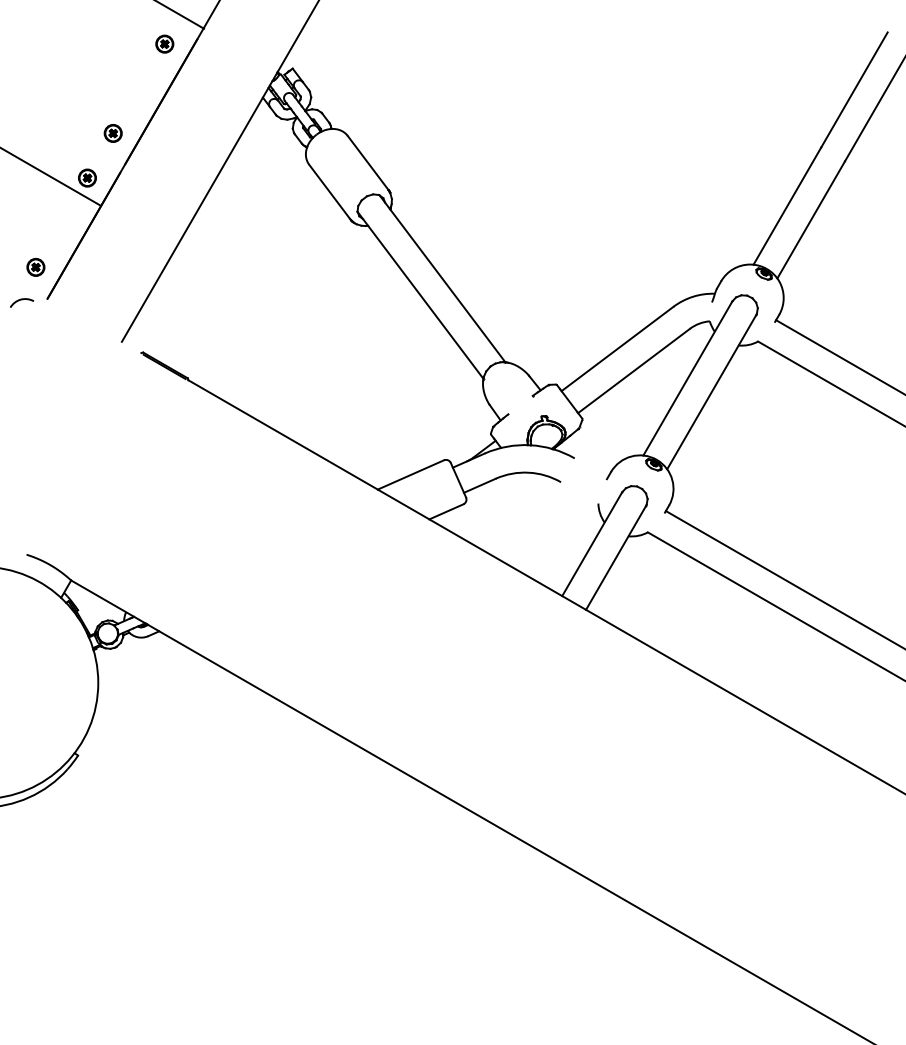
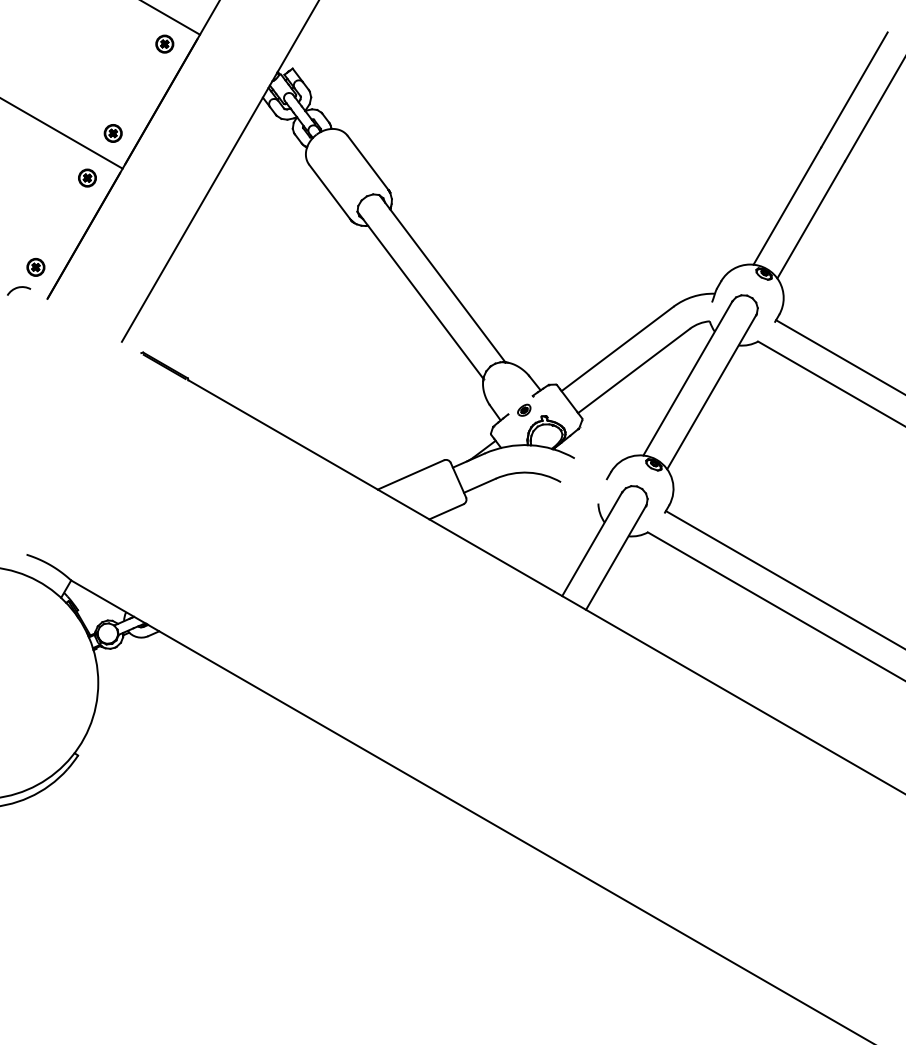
line at (181, 15) position: (181, 15) -> (171, 18)
line at (51, 177) position: (51, 177) -> (62, 133)
arc at (22, 300) position: (22, 300) -> (19, 288)
part at (524, 409): none -> present
